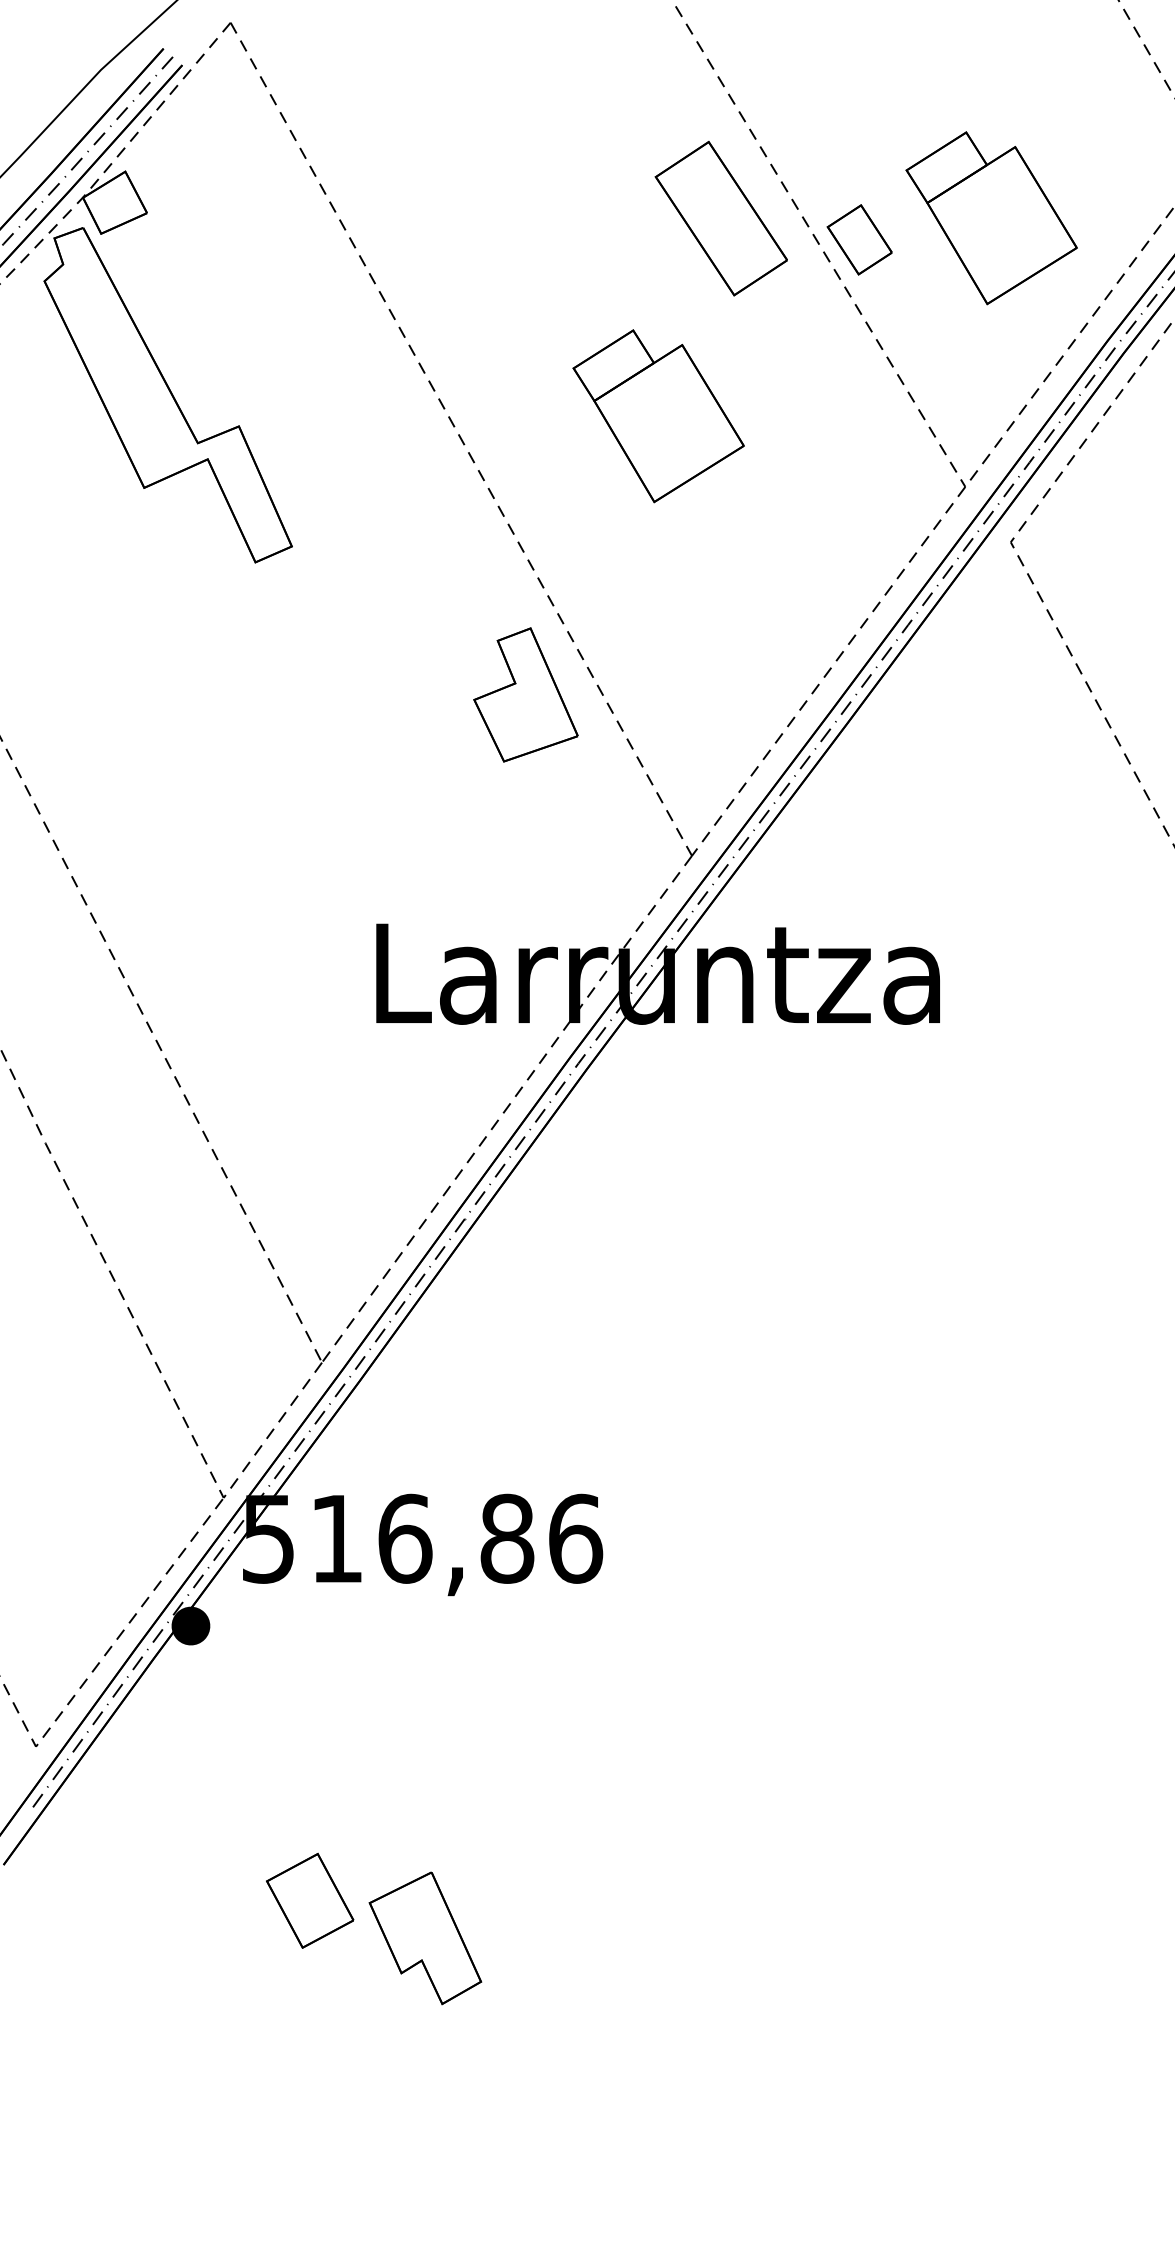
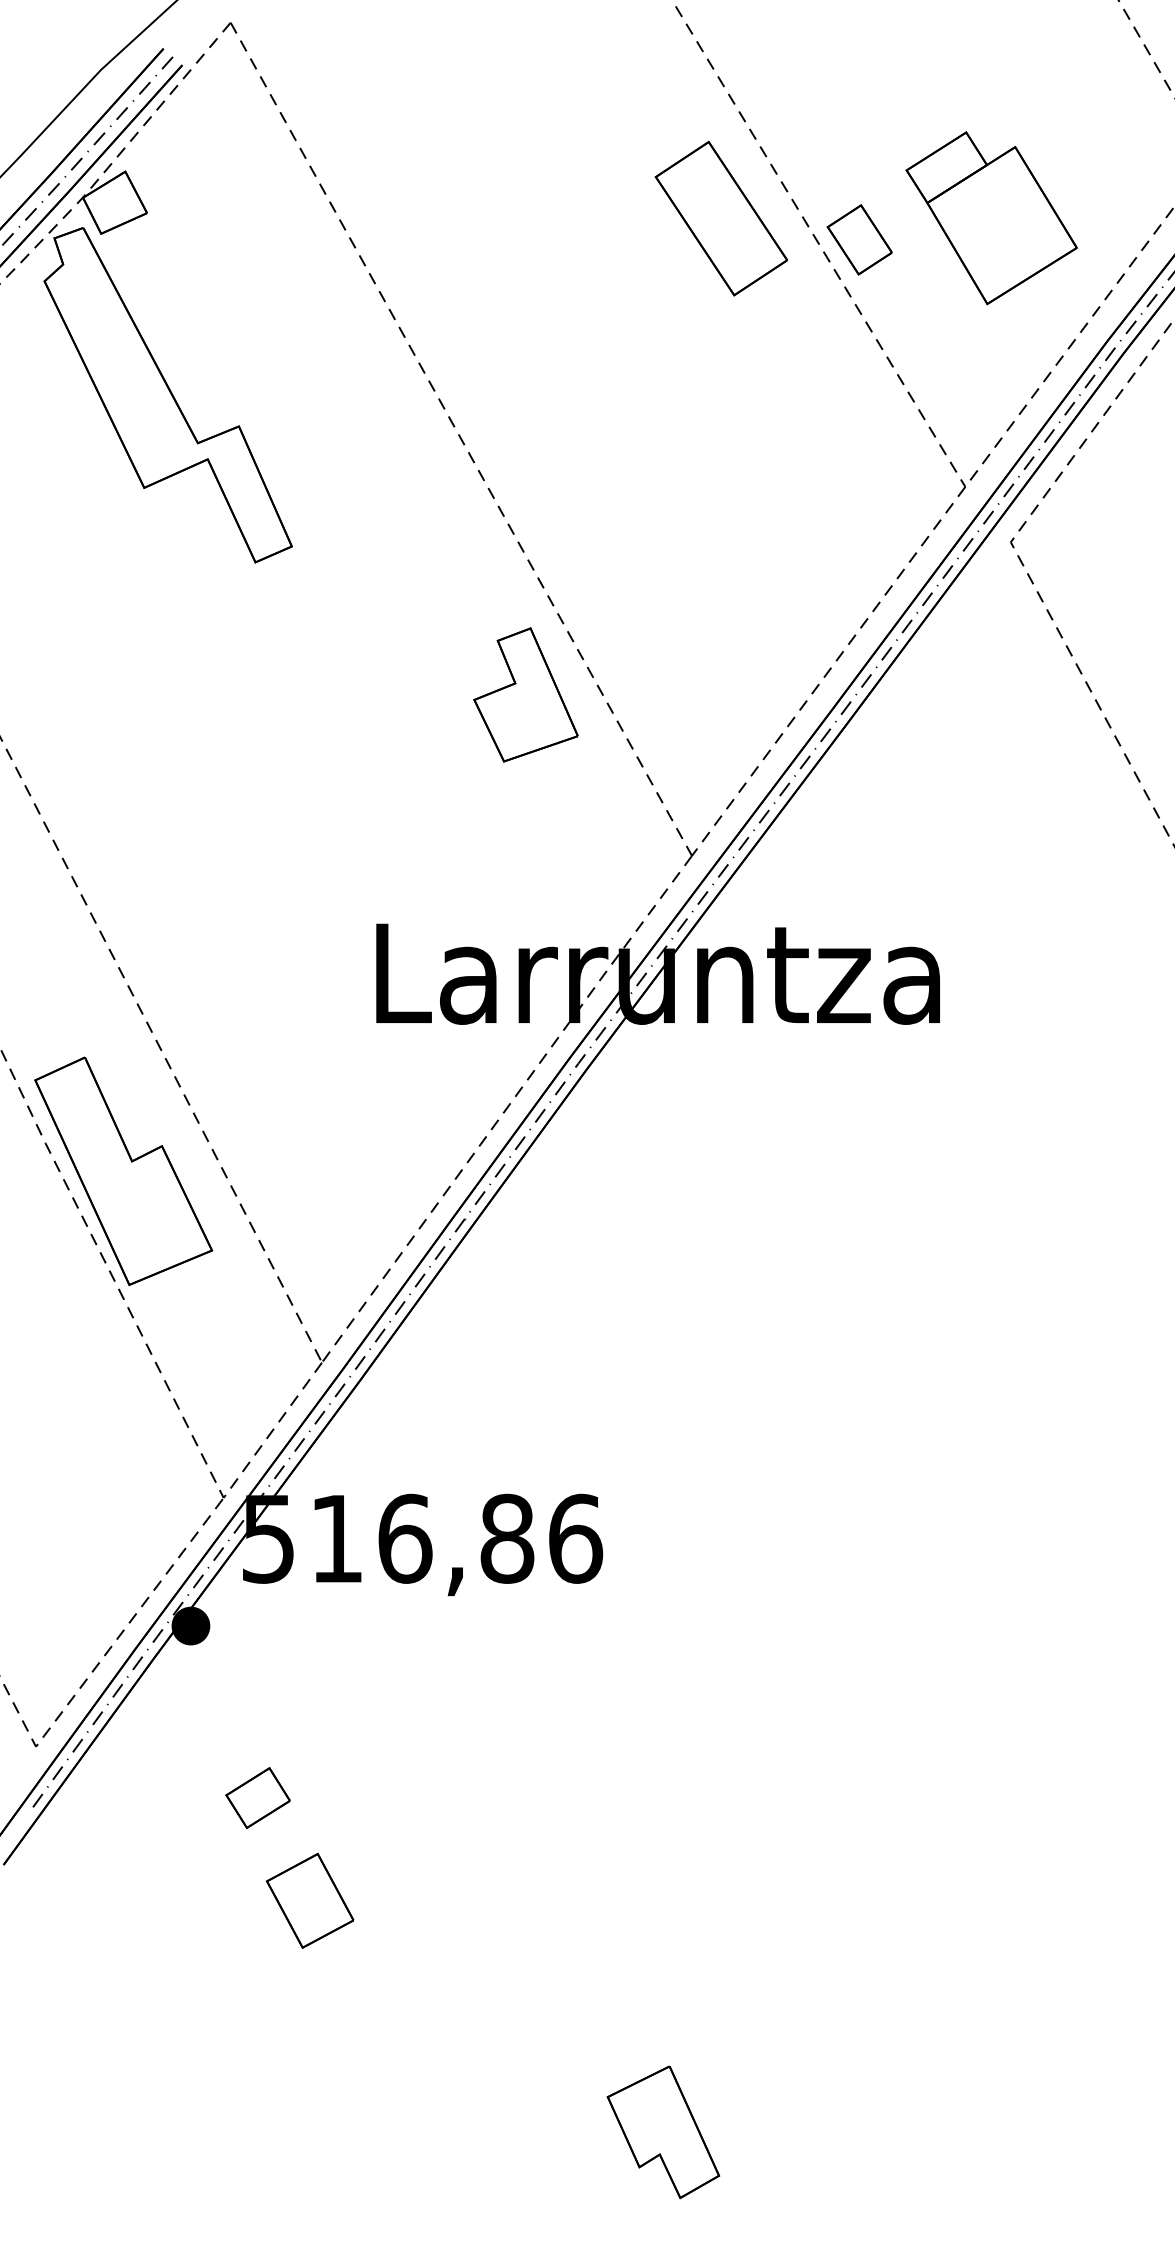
part at (658, 416): present -> none
part at (123, 1170): none -> present
part at (257, 1798): none -> present
part at (425, 1938) position: (425, 1938) -> (663, 2132)
